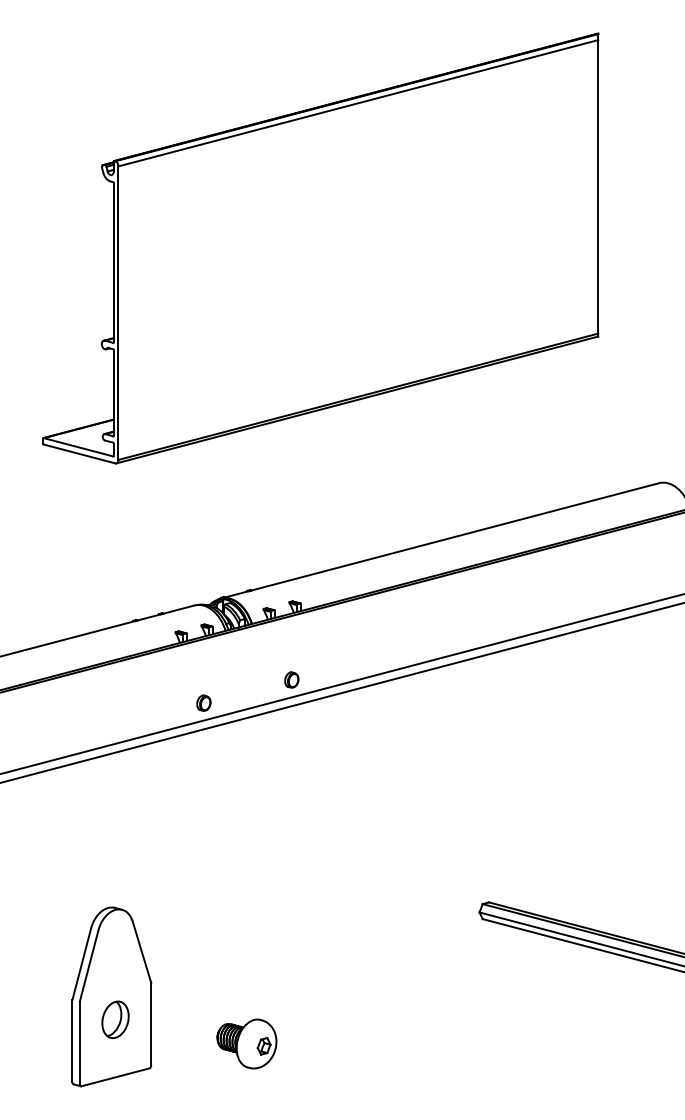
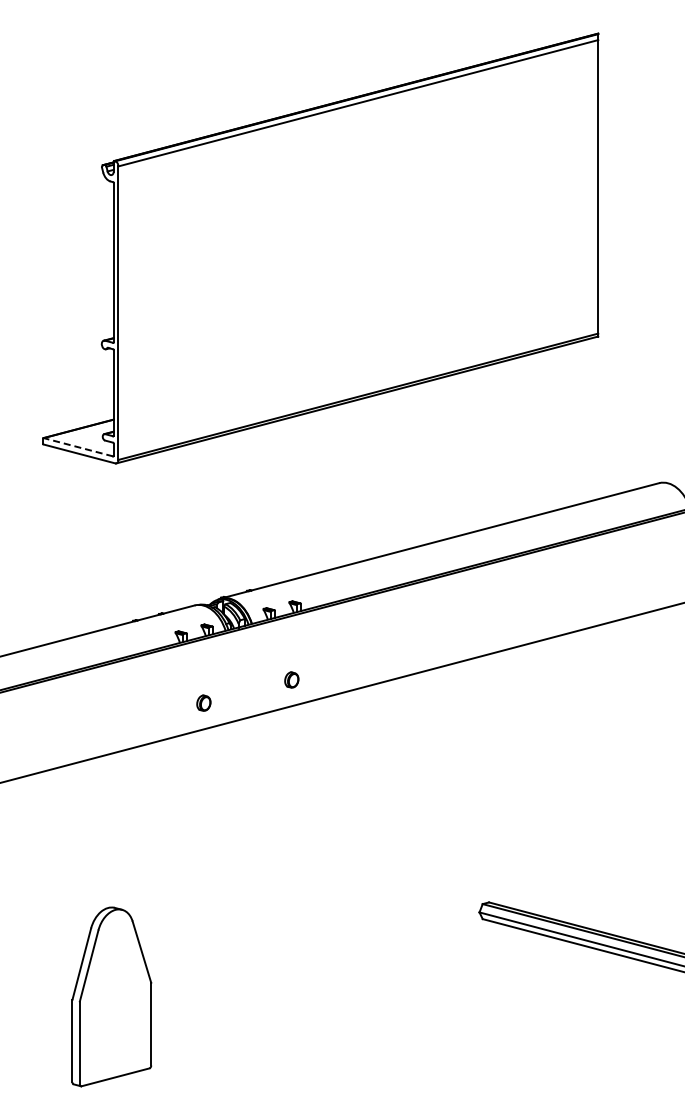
line at (78, 447): solid -> dashed
line at (341, 683): present -> none
part at (115, 1019): present -> none
part at (246, 1043): present -> none
